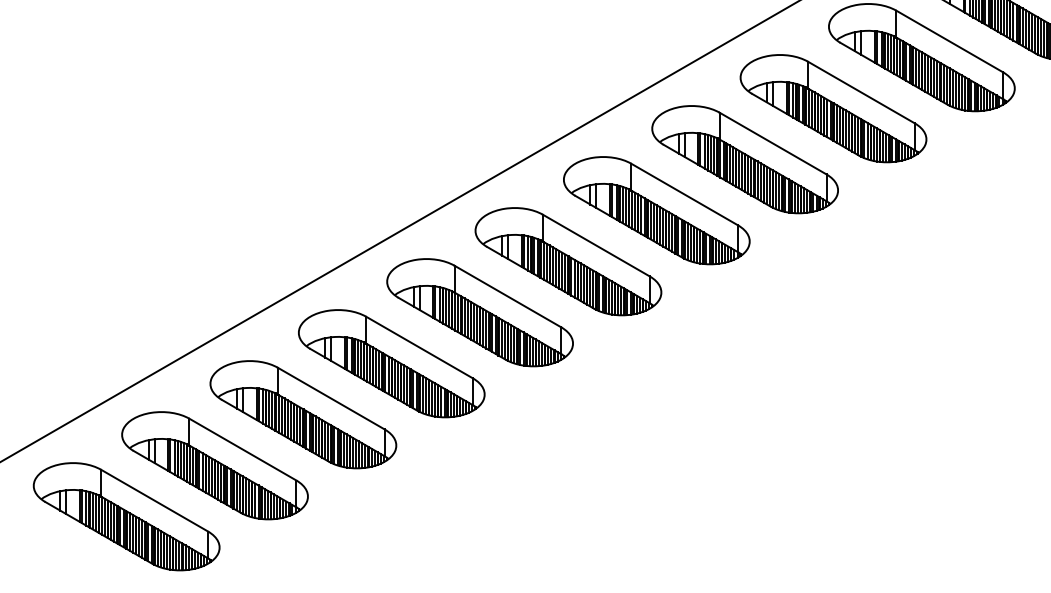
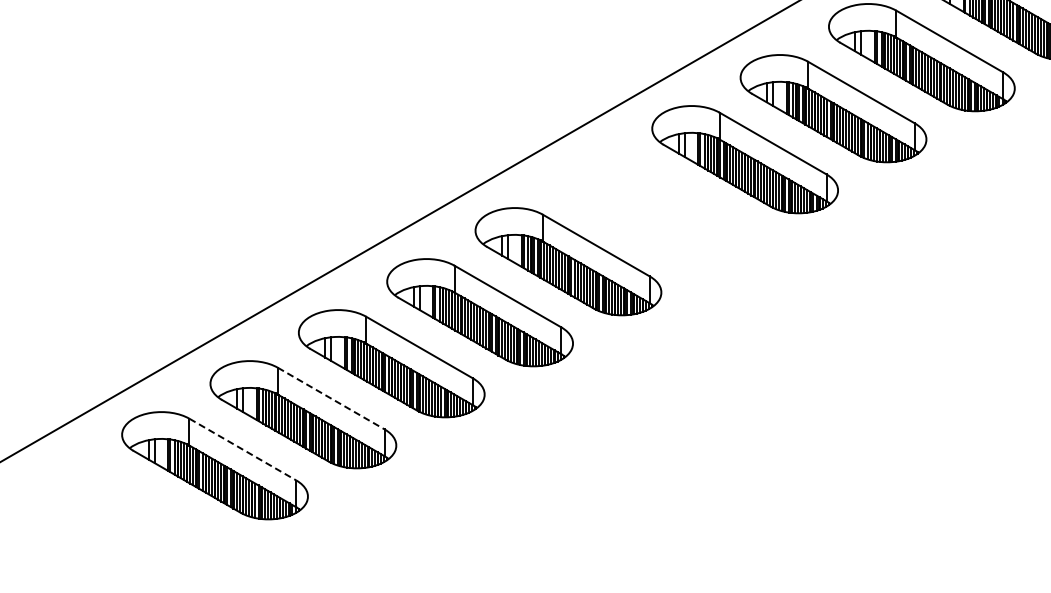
part at (656, 210): present -> none
line at (331, 398): solid -> dashed
line at (242, 449): solid -> dashed
part at (126, 516): present -> none
